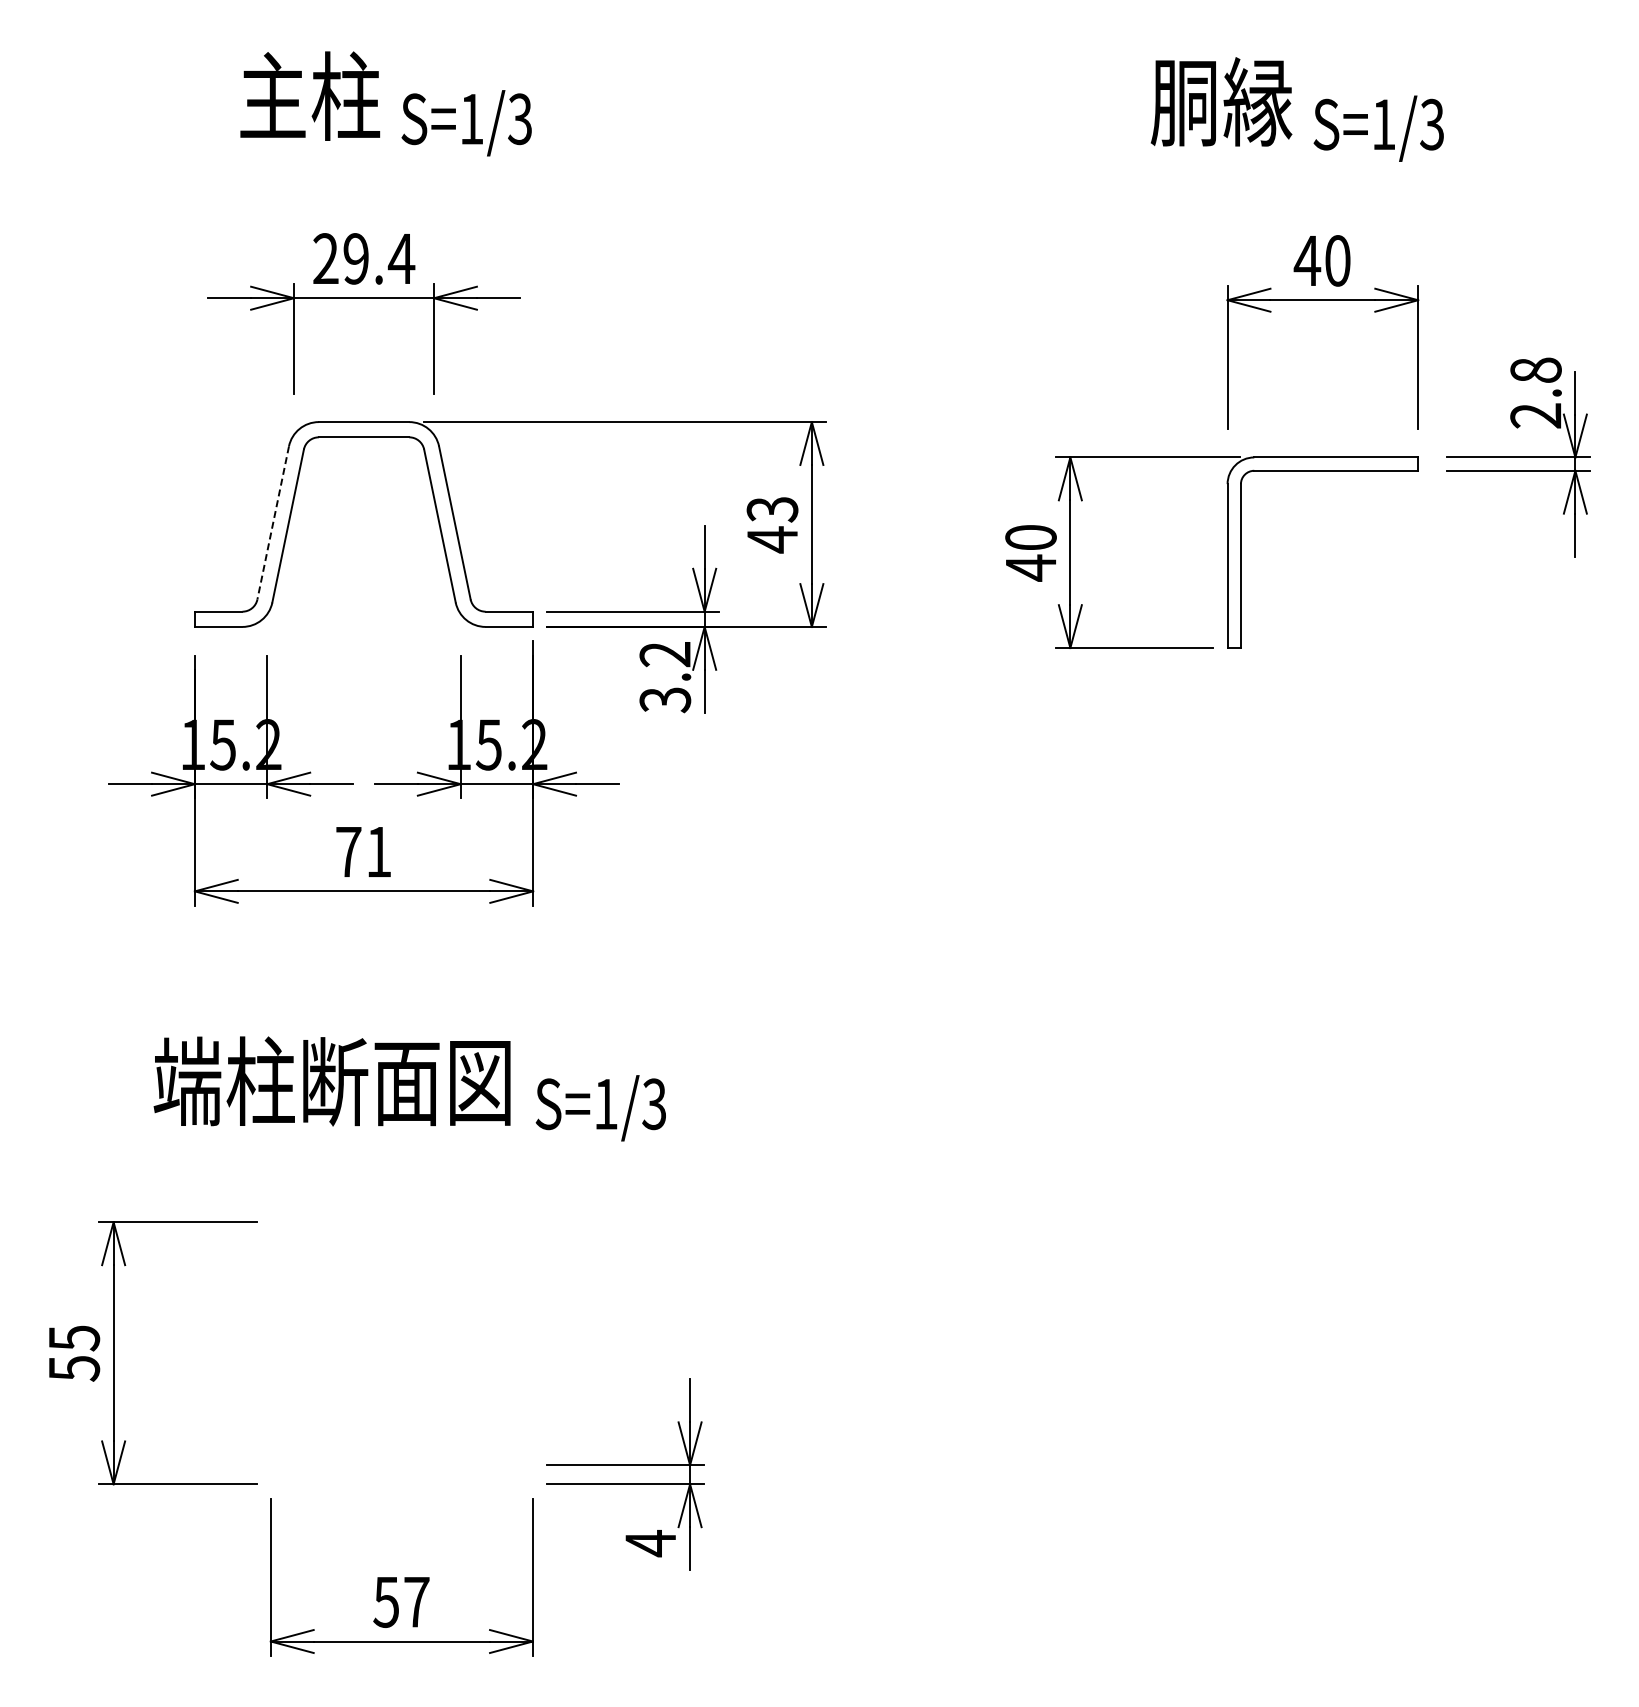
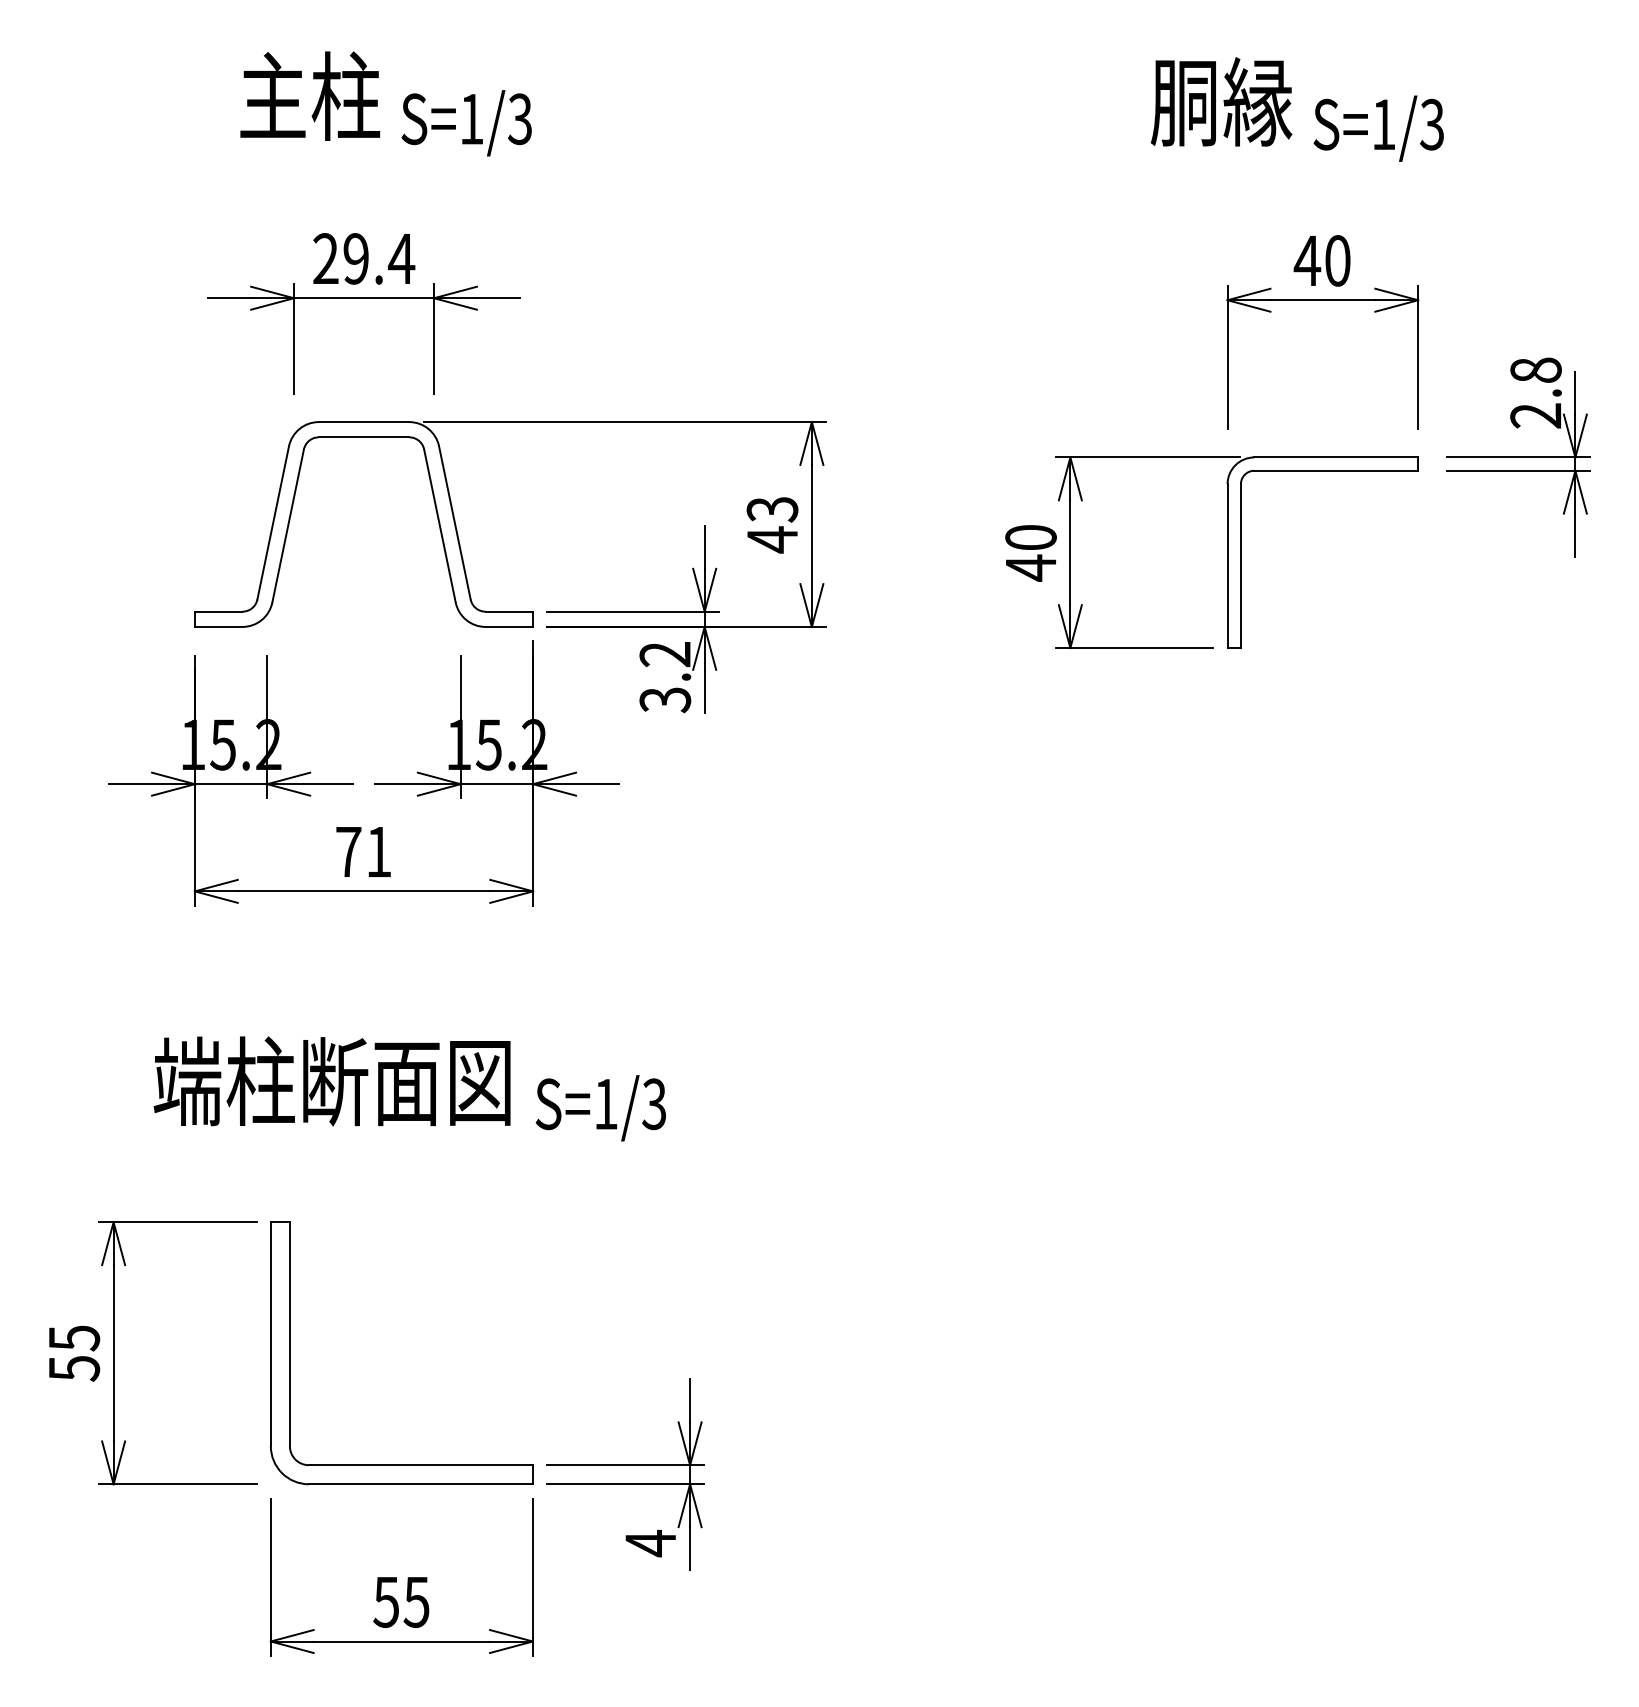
line at (273, 523): dashed -> solid
part at (290, 1353): none -> present
text at (416, 1602): 57 -> 55
